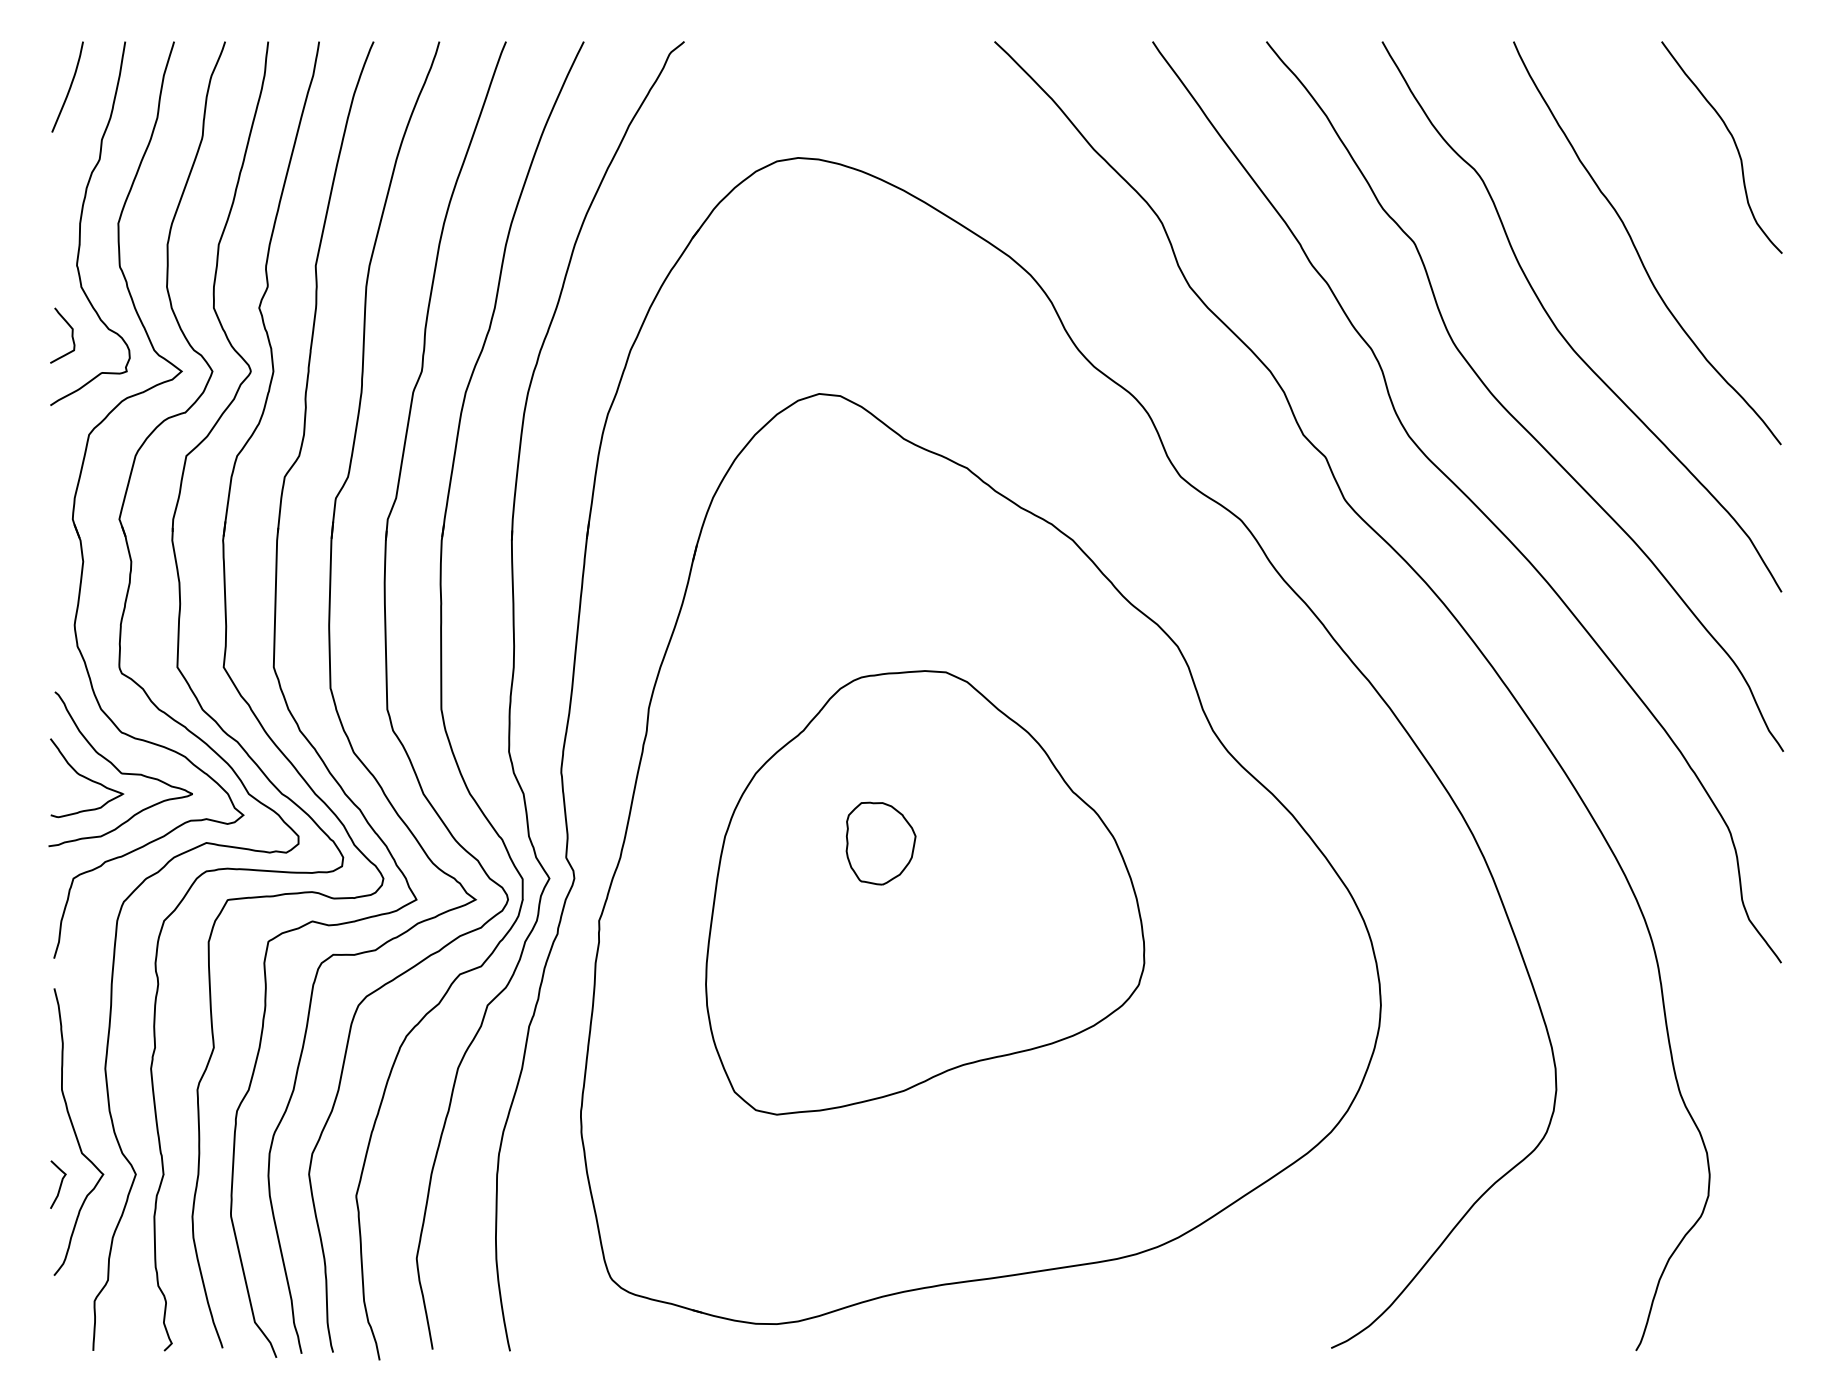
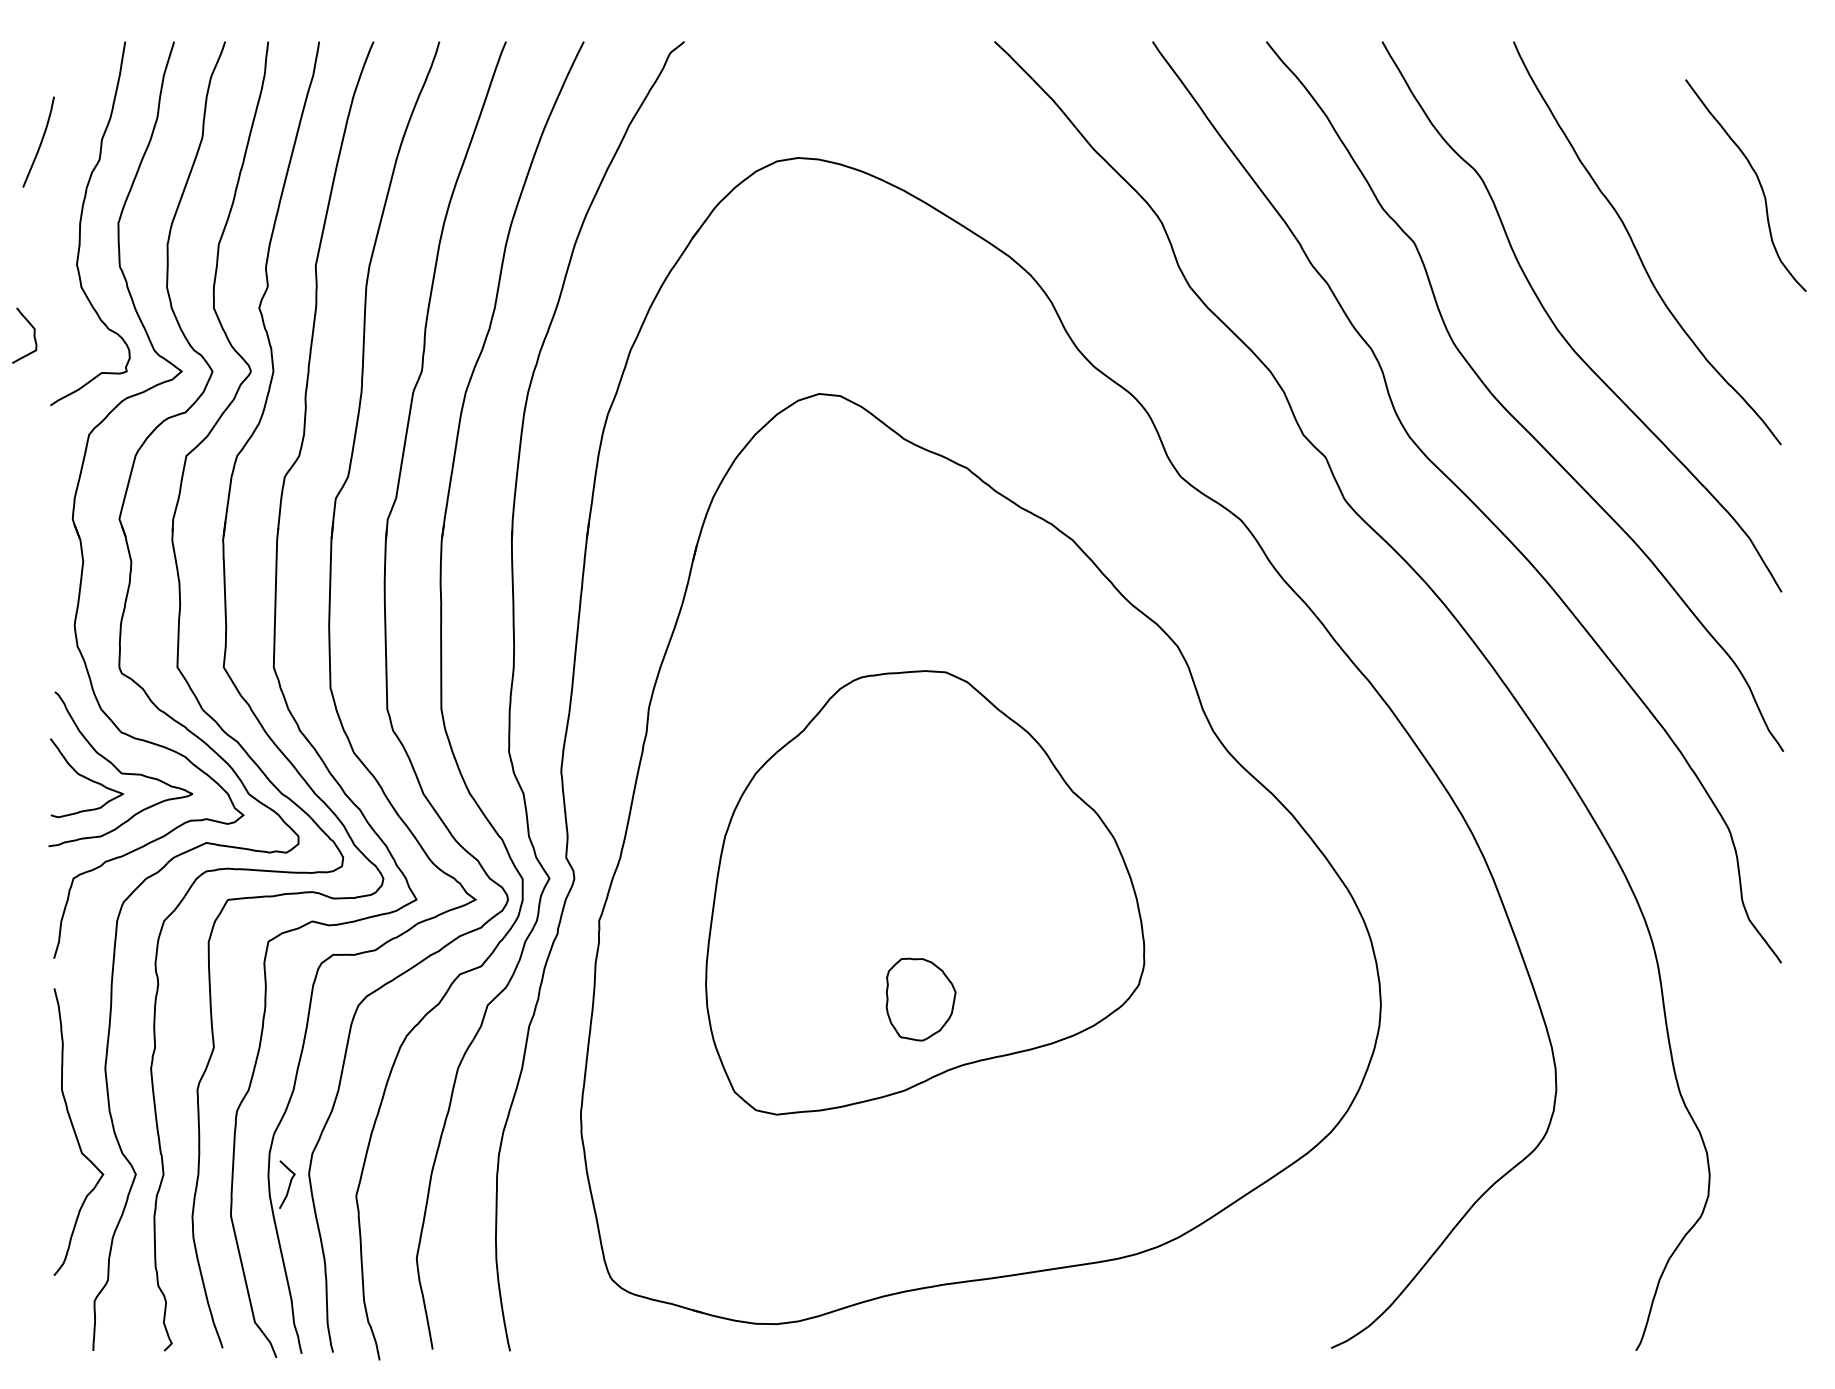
curve at (69, 86) position: (69, 86) -> (40, 141)
curve at (1734, 144) position: (1734, 144) -> (1758, 182)
curve at (71, 335) position: (71, 335) -> (33, 335)
part at (880, 843) position: (880, 843) -> (920, 999)
curve at (59, 1185) position: (59, 1185) -> (288, 1185)
